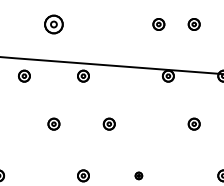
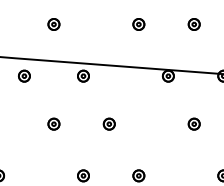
part at (53, 24) size: 20x21 px -> 14x13 px
part at (158, 24) position: (158, 24) -> (138, 24)
part at (138, 175) size: 10x10 px -> 14x14 px
